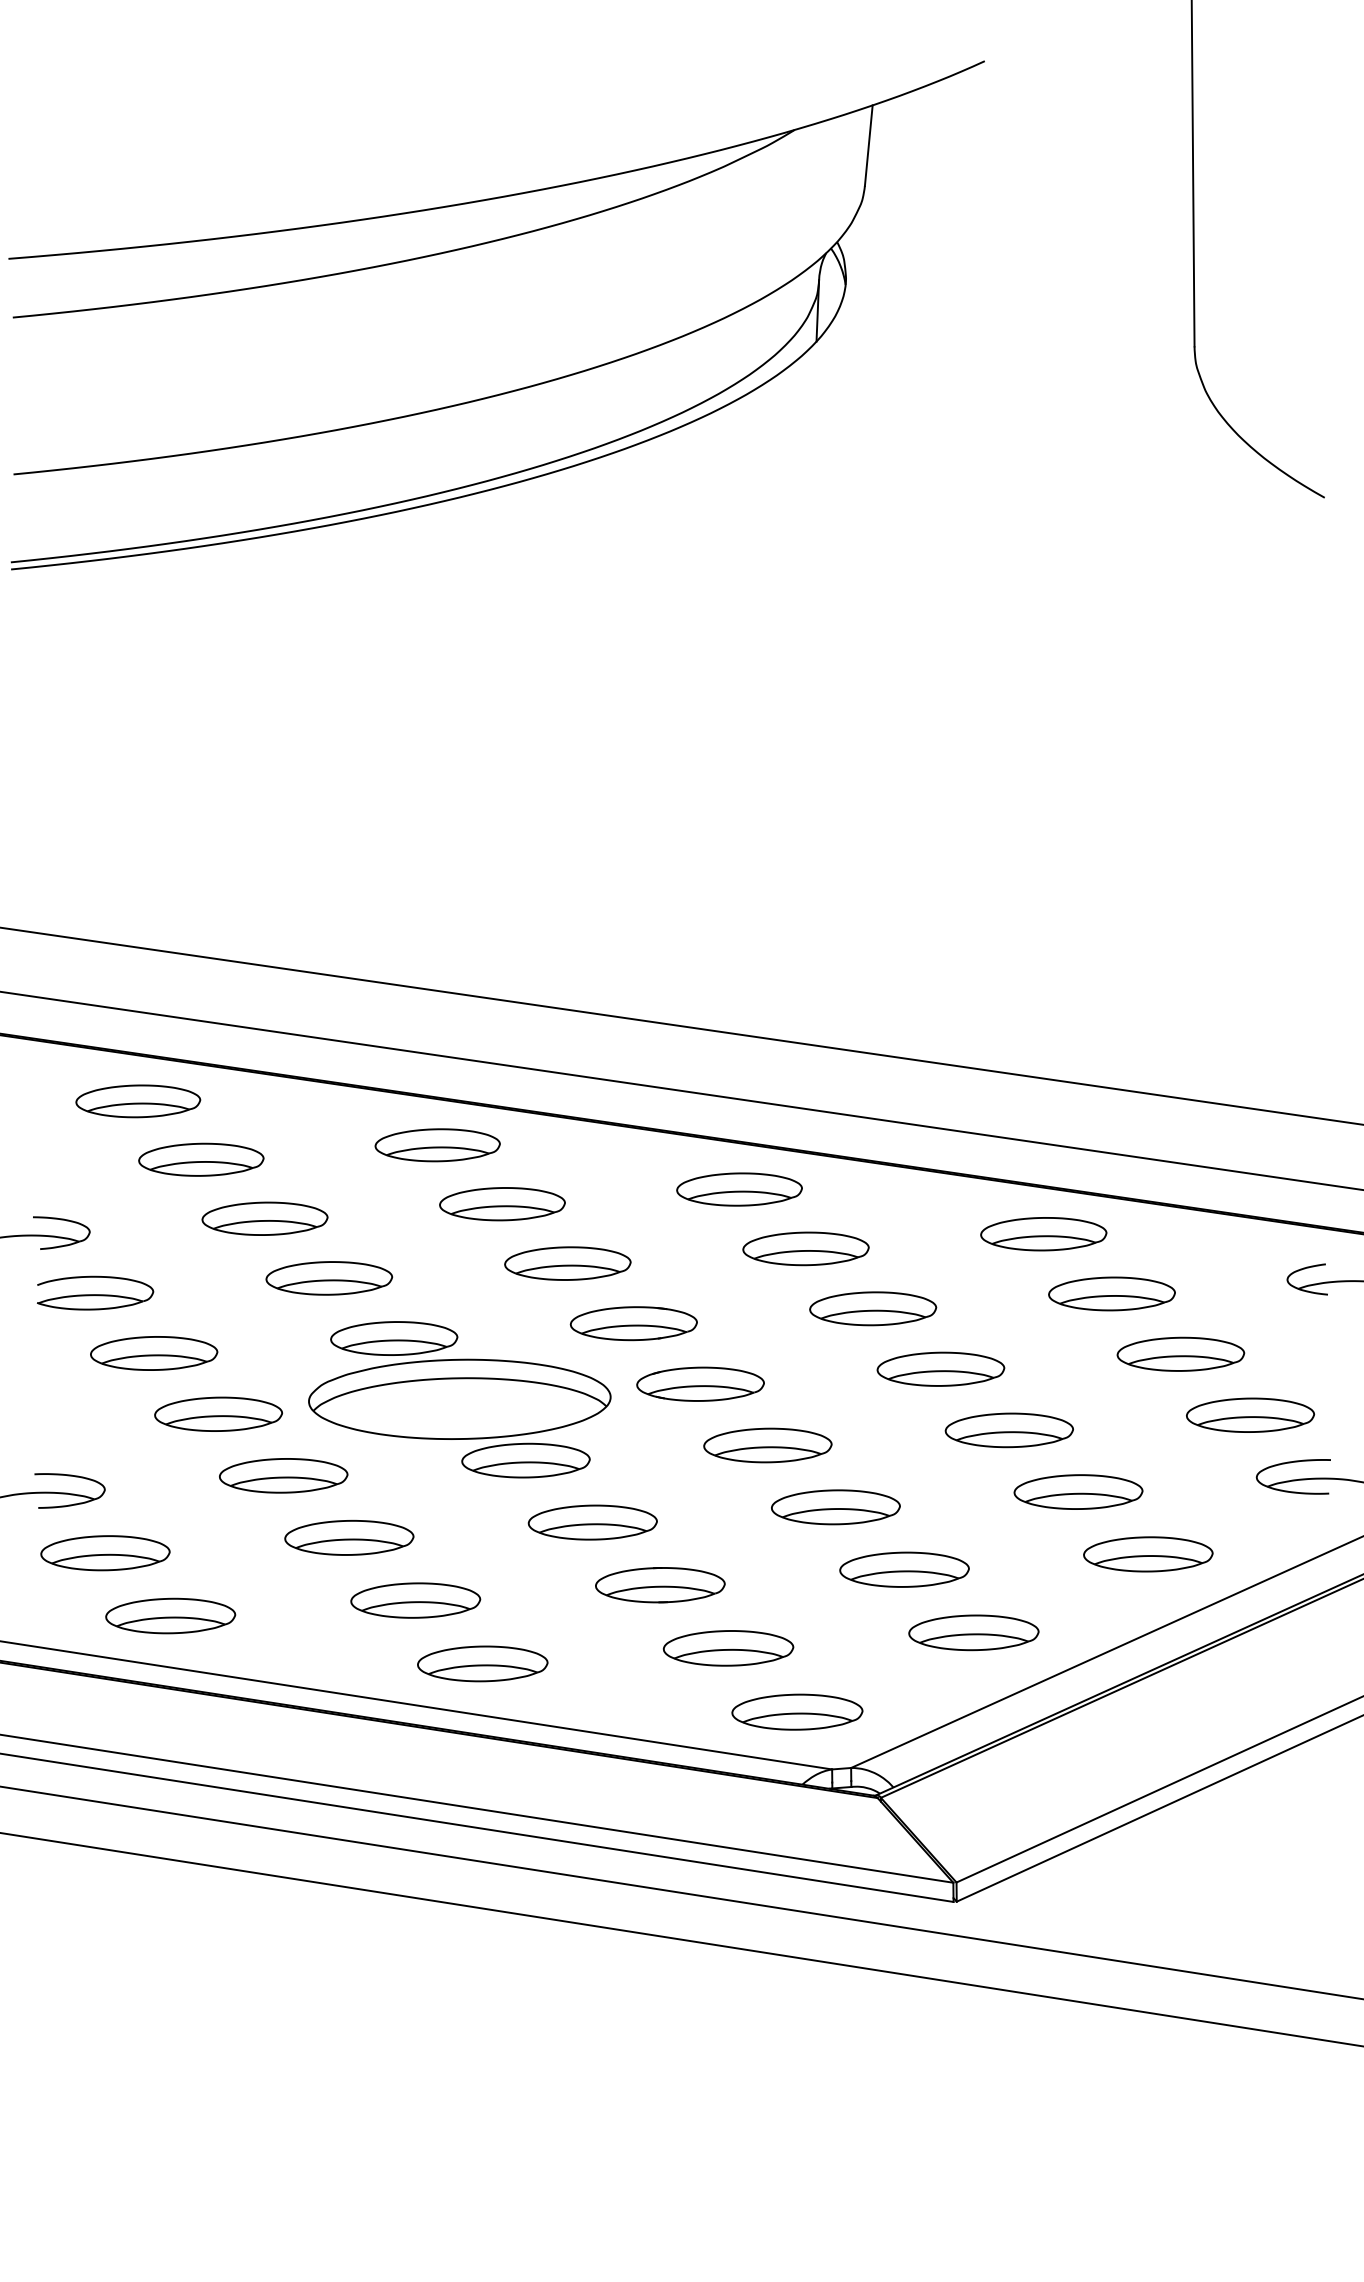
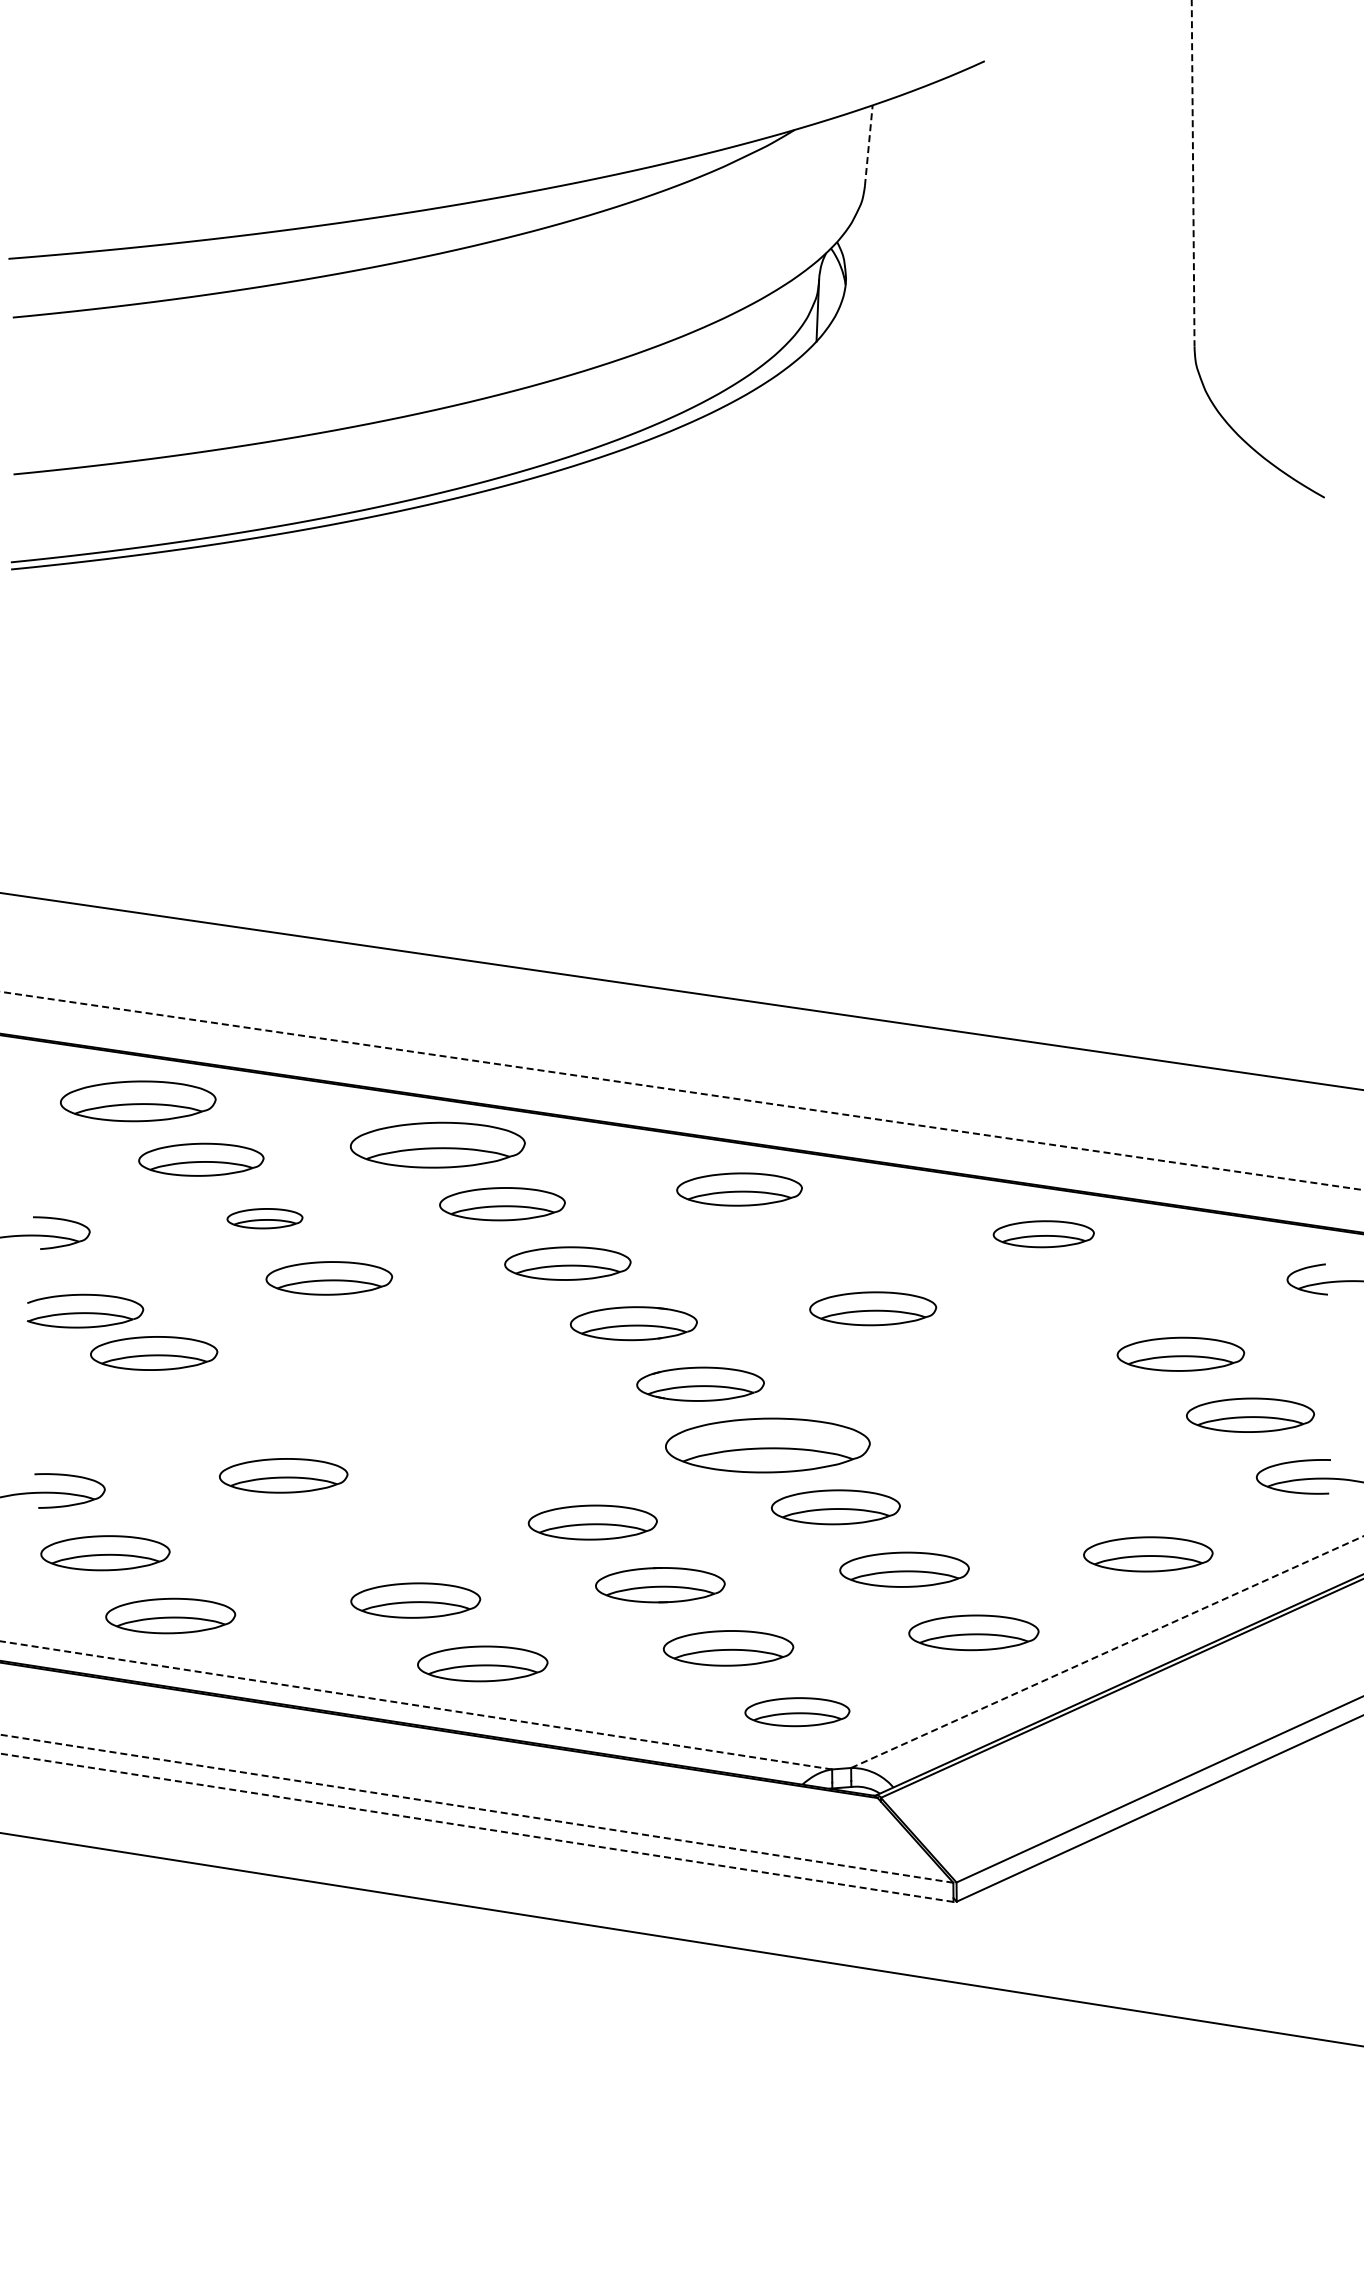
line at (868, 145): solid -> dashed
line at (1193, 173): solid -> dashed
line at (681, 1025) position: (681, 1025) -> (681, 991)
line at (682, 1091): solid -> dashed
part at (138, 1101) size: 127x35 px -> 157x43 px
part at (437, 1145) size: 127x35 px -> 177x48 px
part at (264, 1218) size: 128x35 px -> 78x22 px
part at (1043, 1234) size: 128x35 px -> 103x29 px
part at (805, 1248): present -> none
part at (95, 1292) position: (95, 1292) -> (85, 1310)
part at (1111, 1293): present -> none
part at (940, 1368): present -> none
part at (459, 1399): present -> none
part at (218, 1413): present -> none
part at (1008, 1430): present -> none
part at (767, 1445) size: 130x37 px -> 206x57 px
part at (1078, 1491): present -> none
part at (349, 1537): present -> none
line at (1107, 1651): solid -> dashed
line at (416, 1705): solid -> dashed
part at (797, 1711) size: 133x38 px -> 107x31 px
line at (477, 1808): solid -> dashed
line at (476, 1827): solid -> dashed
line at (681, 1892): present -> none
